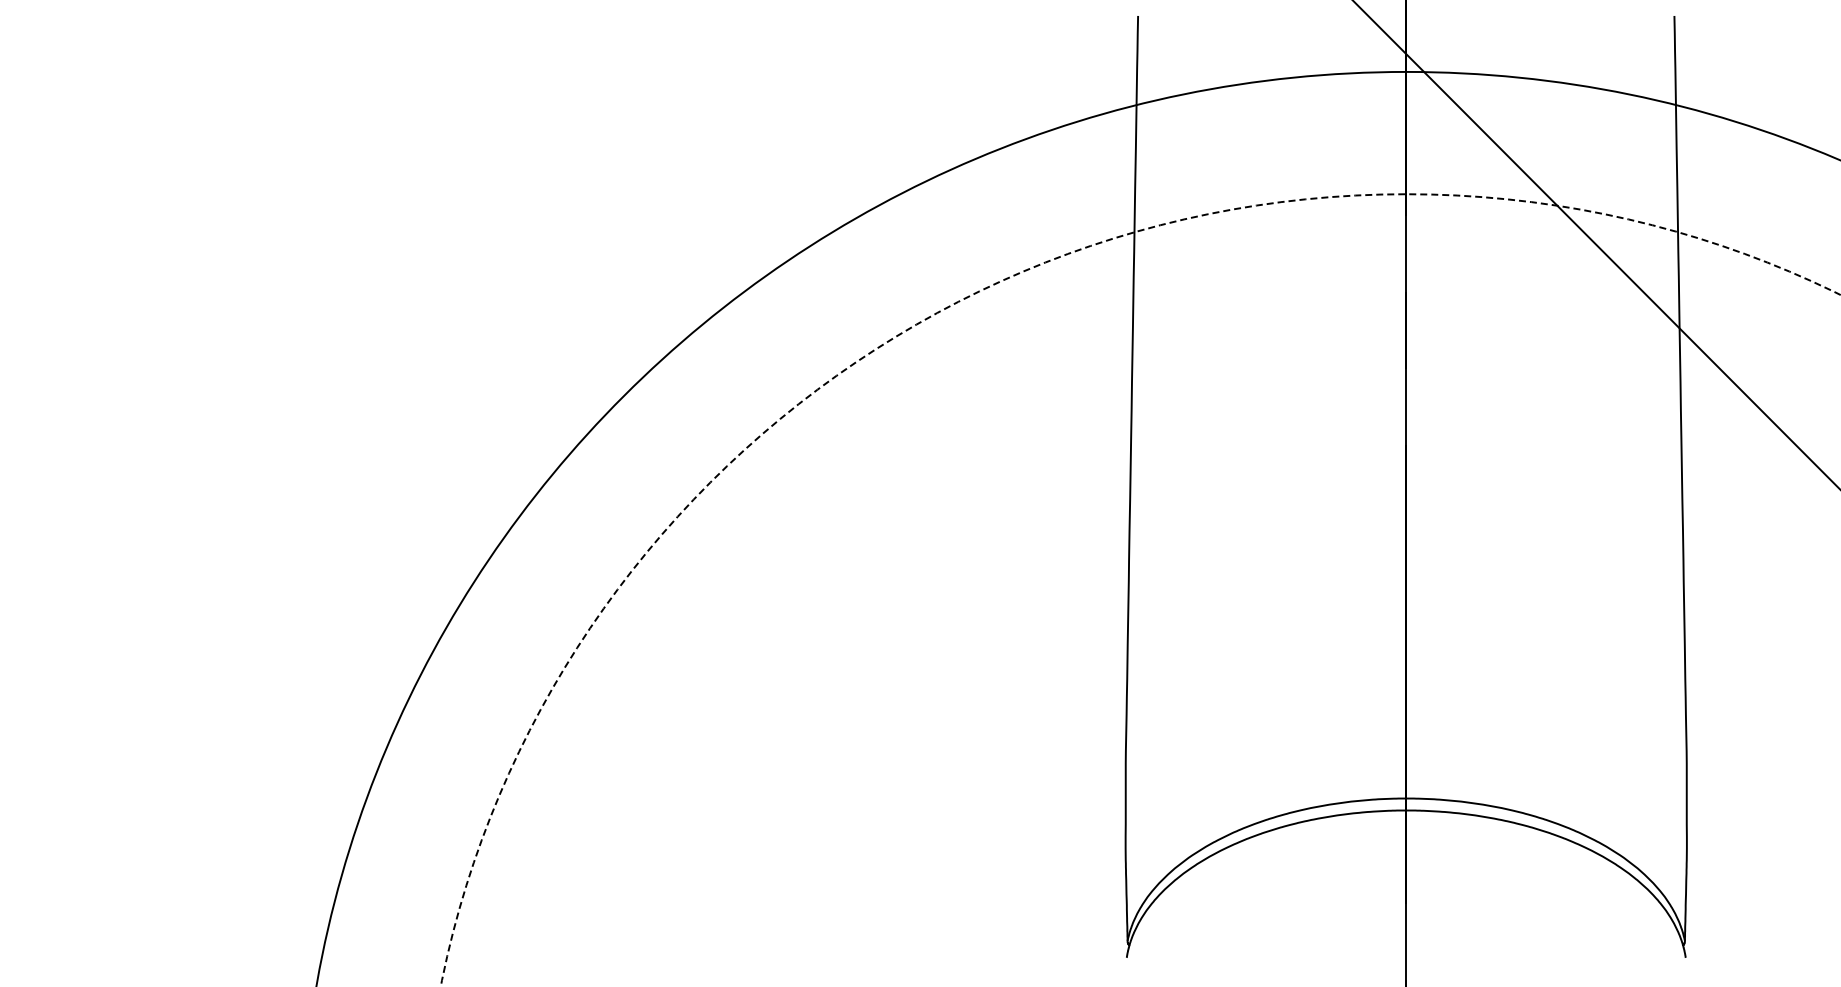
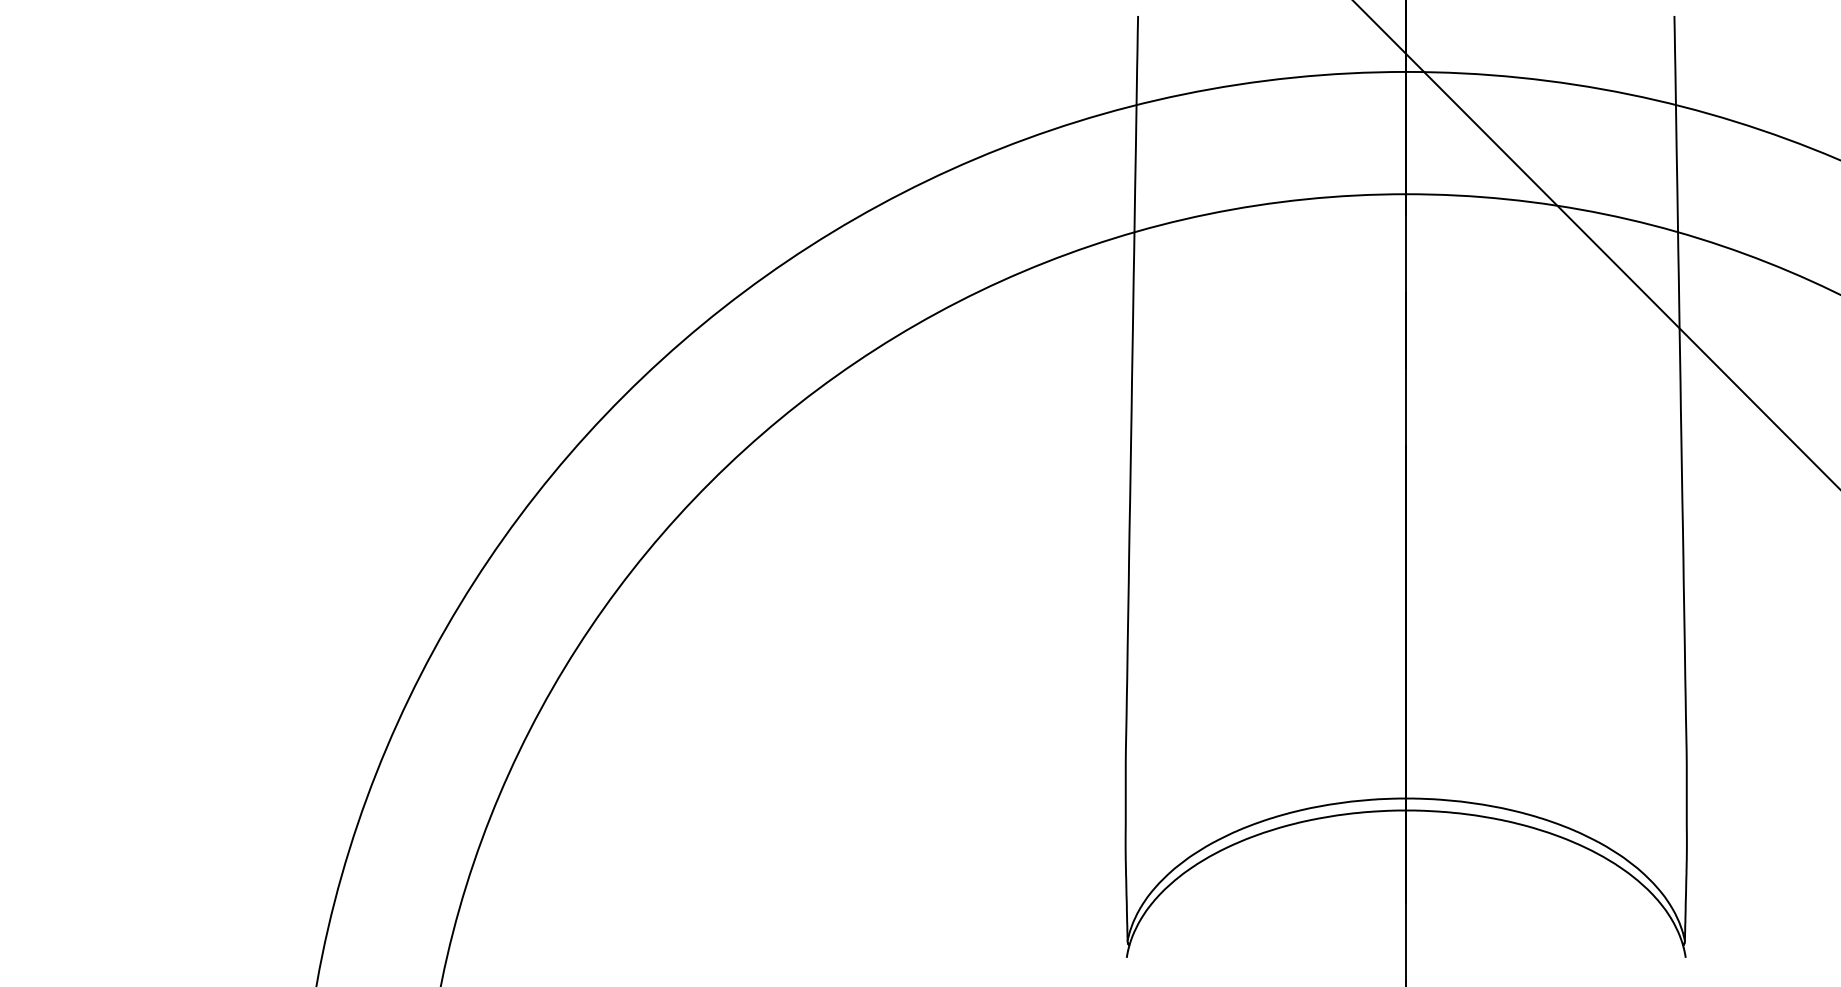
circle at (1140, 590): dashed -> solid
